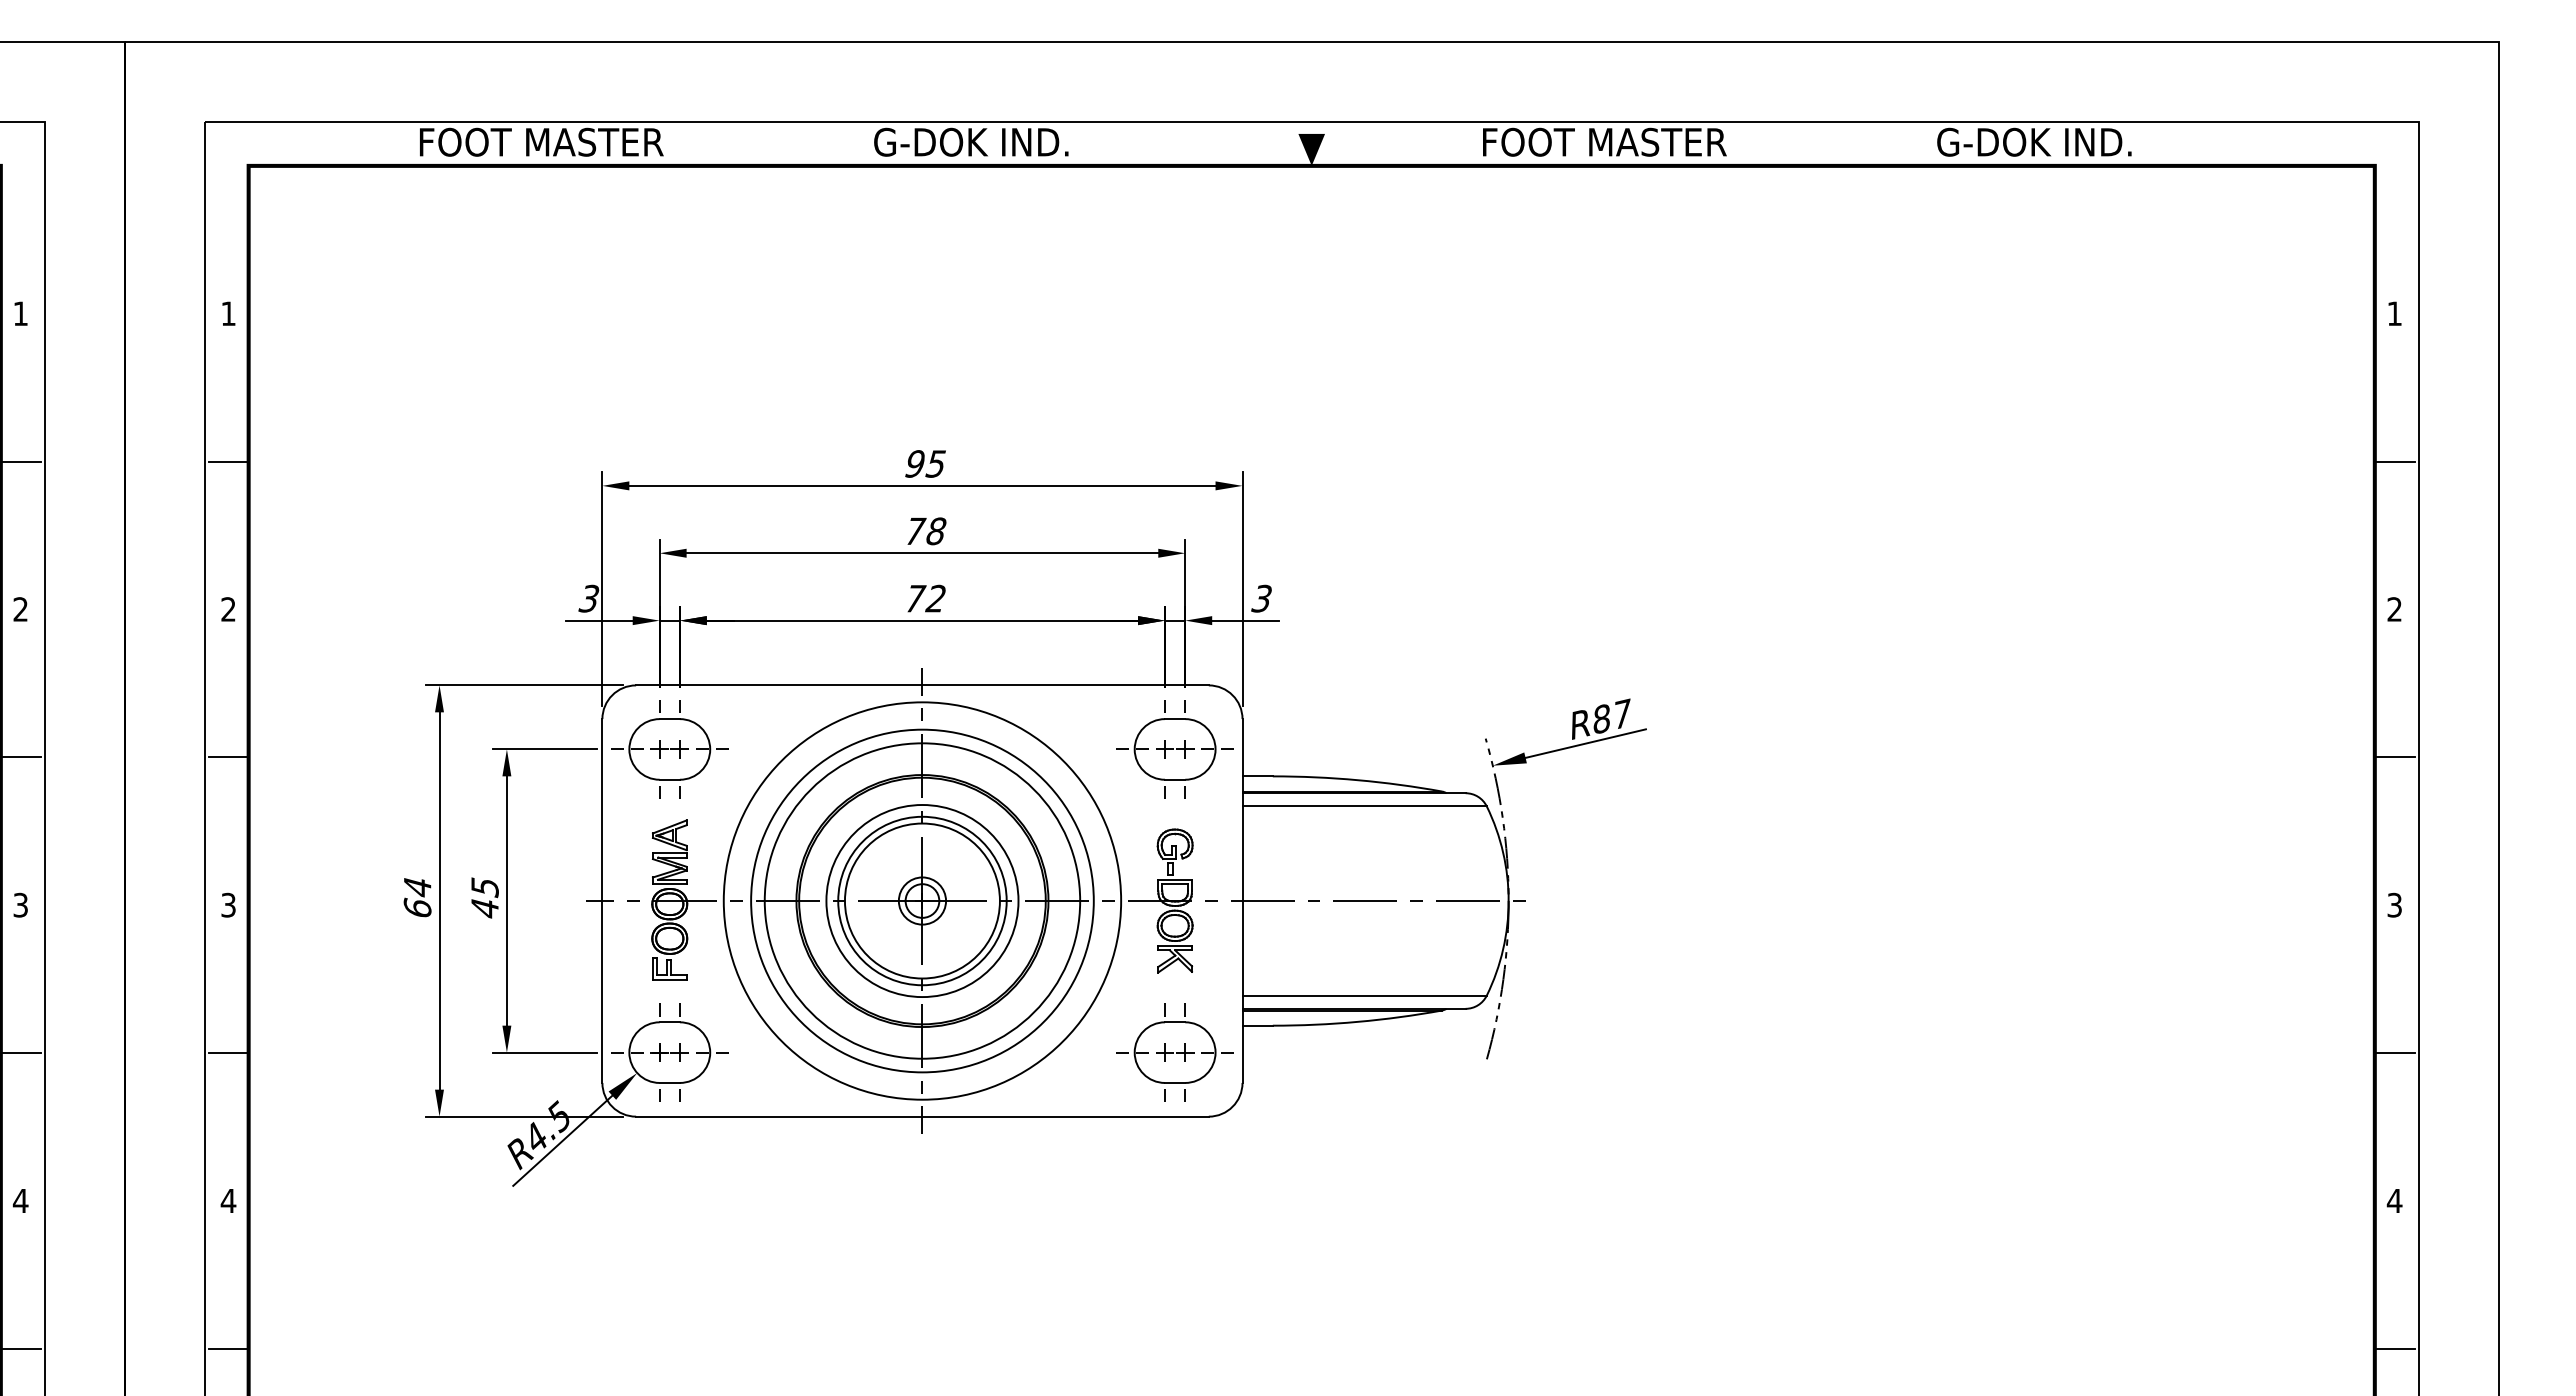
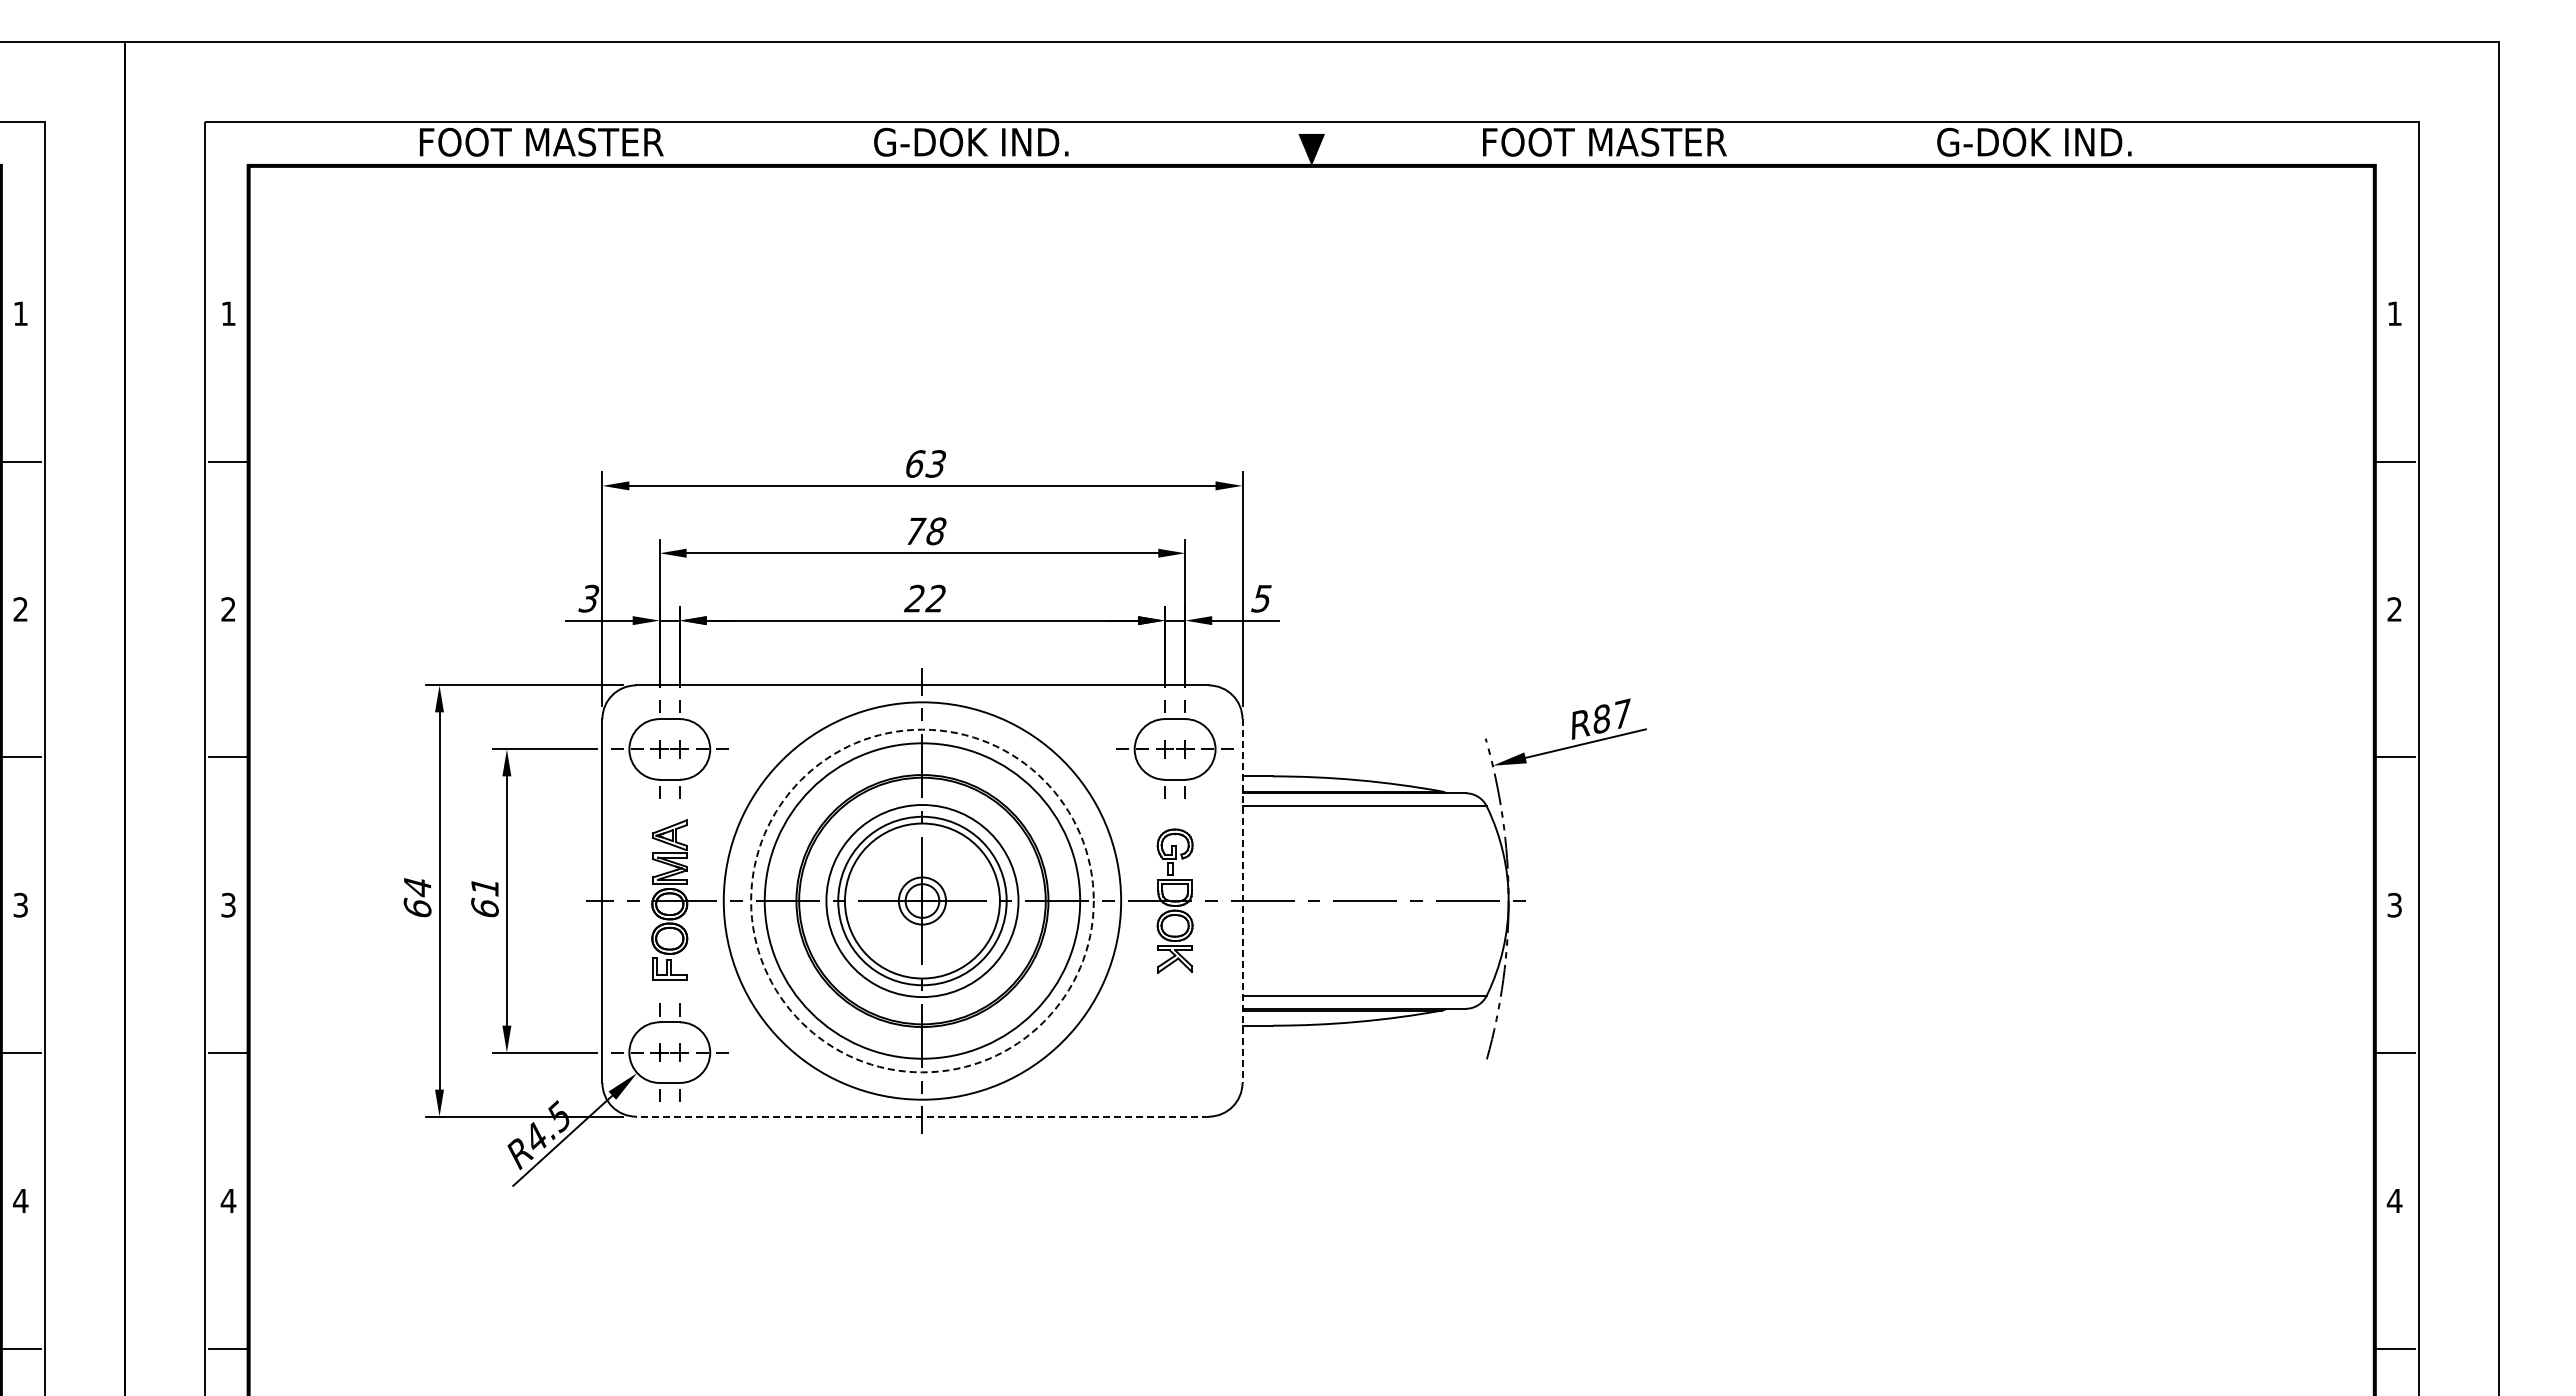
text at (925, 463): 95 -> 63
text at (1261, 597): 3 -> 5
text at (915, 598): 72 -> 22
text at (484, 897): 45 -> 61
circle at (922, 900): solid -> dashed
line at (1242, 901): solid -> dashed
part at (1174, 1052): present -> none
line at (921, 1116): solid -> dashed
